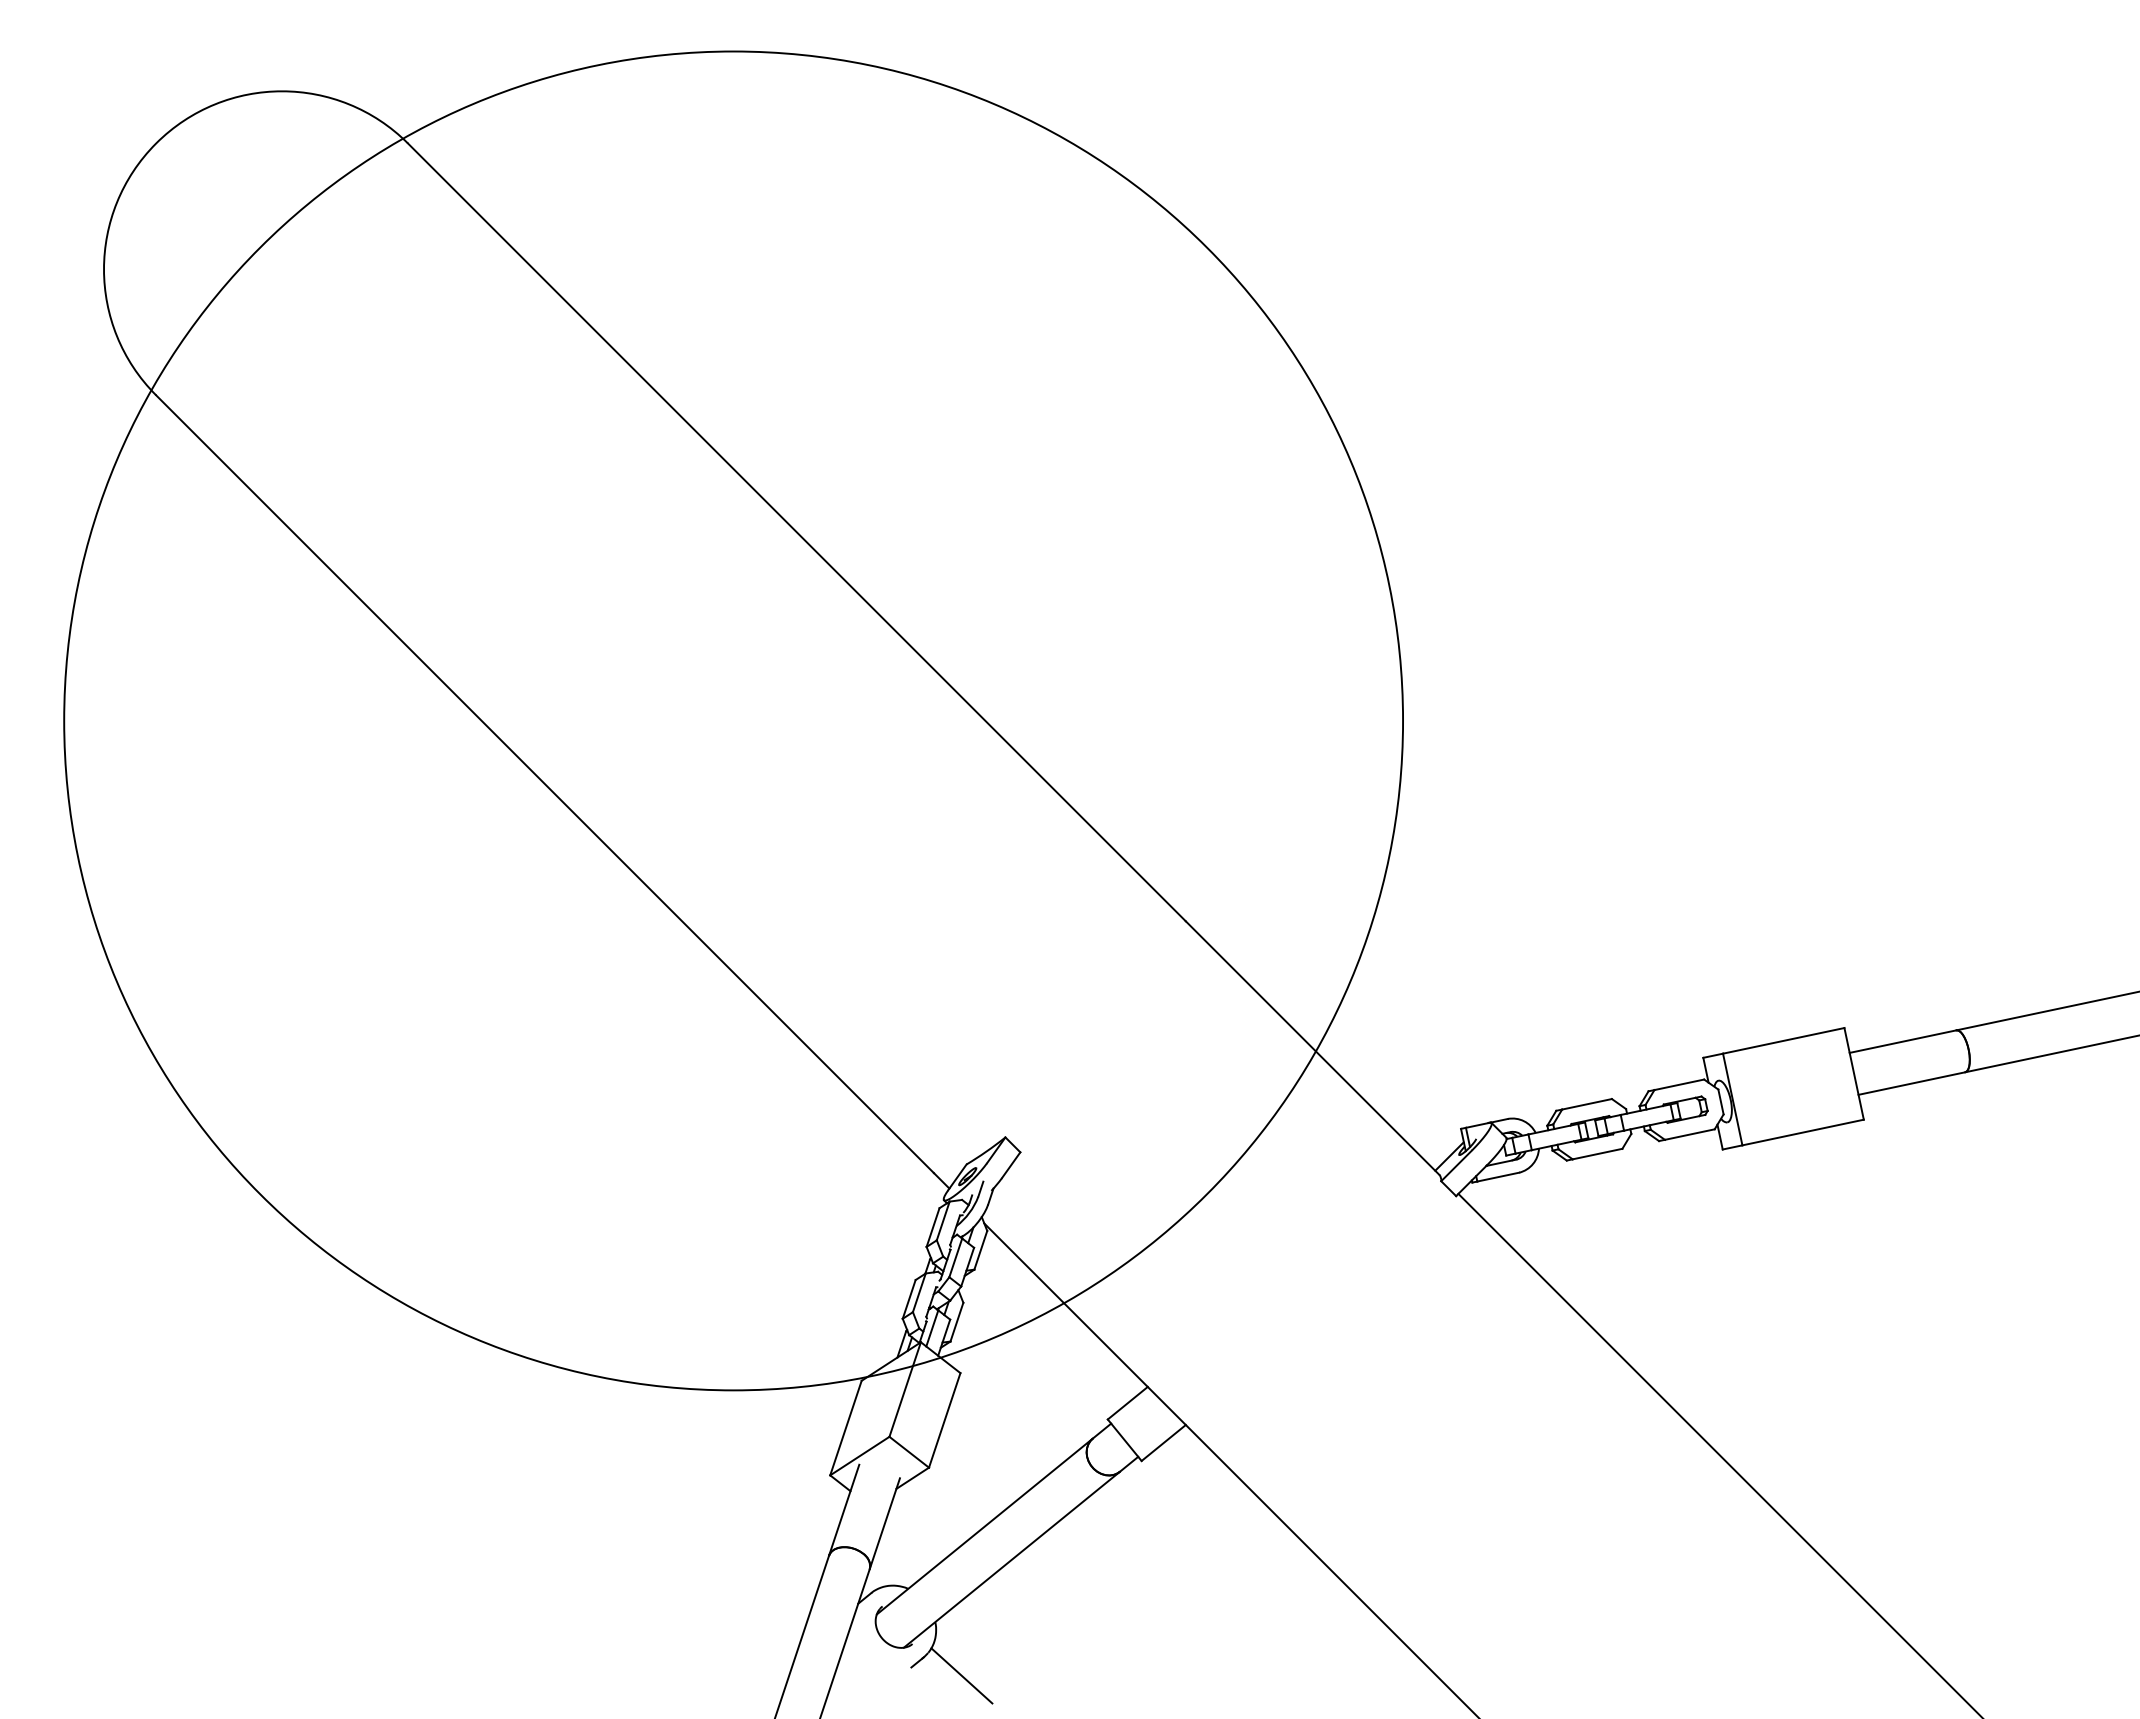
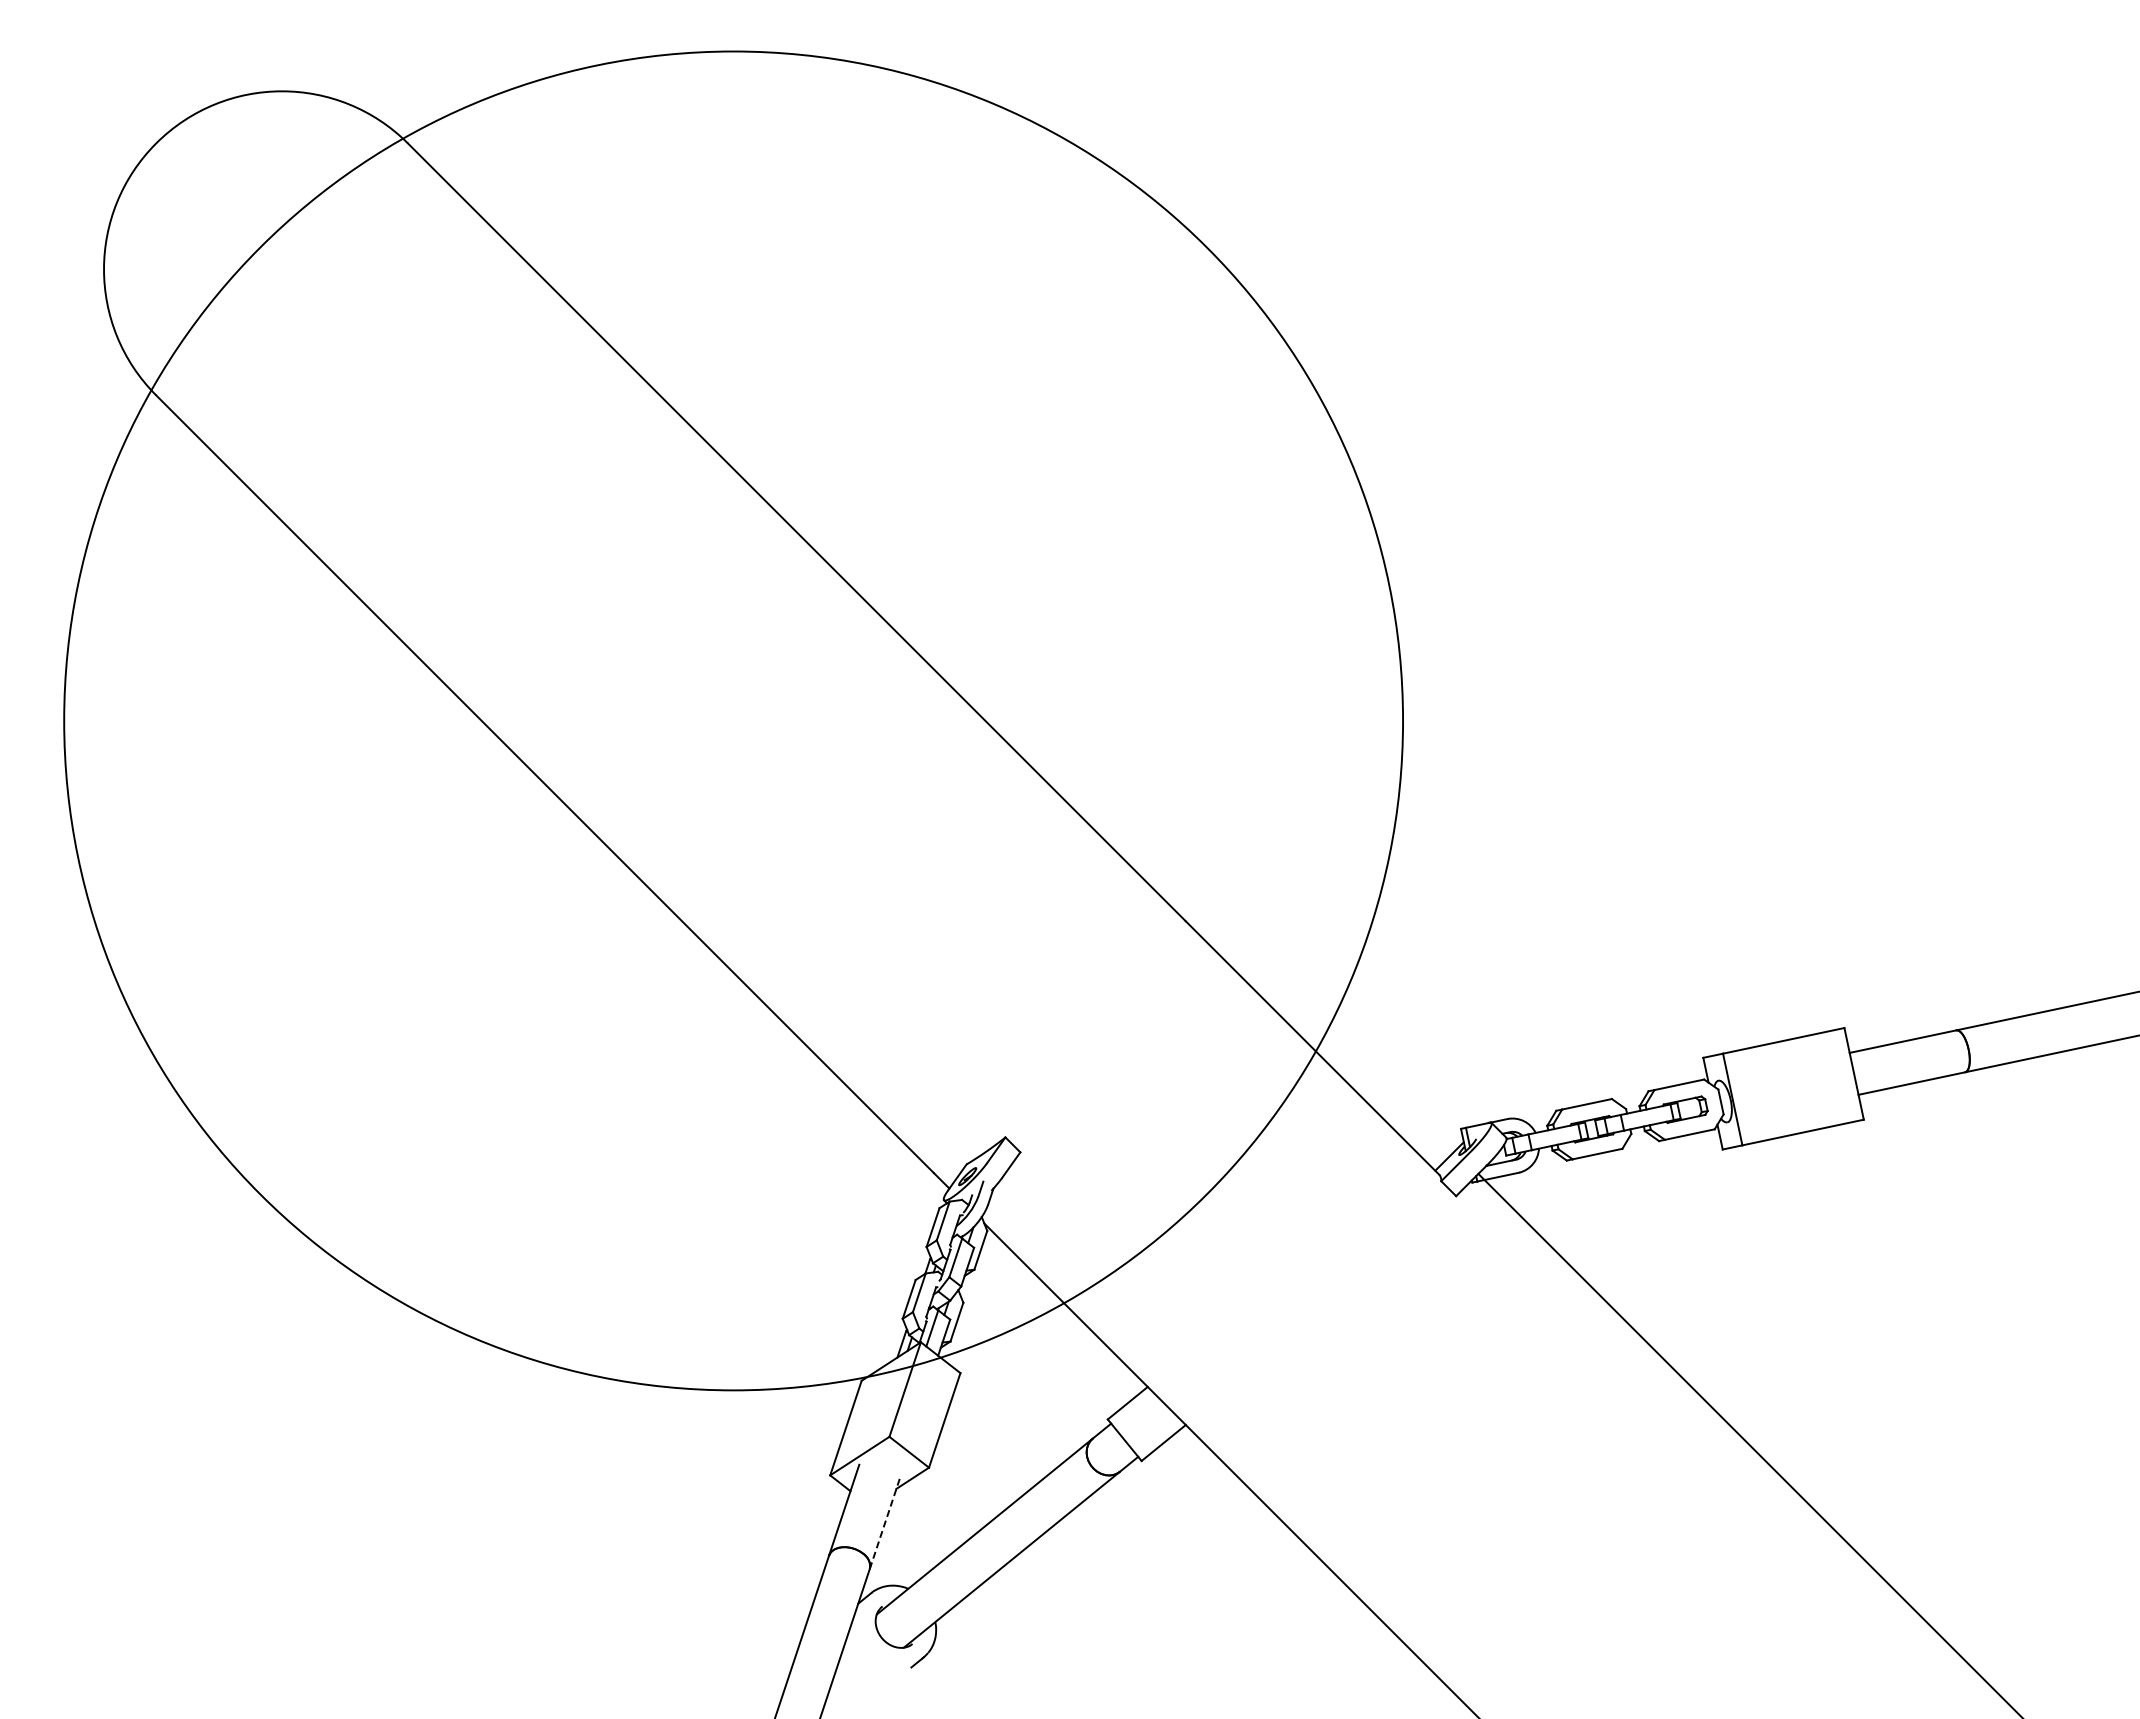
line at (1719, 1454) position: (1719, 1454) -> (1748, 1444)
line at (884, 1523): solid -> dashed
line at (961, 1675): present -> none
